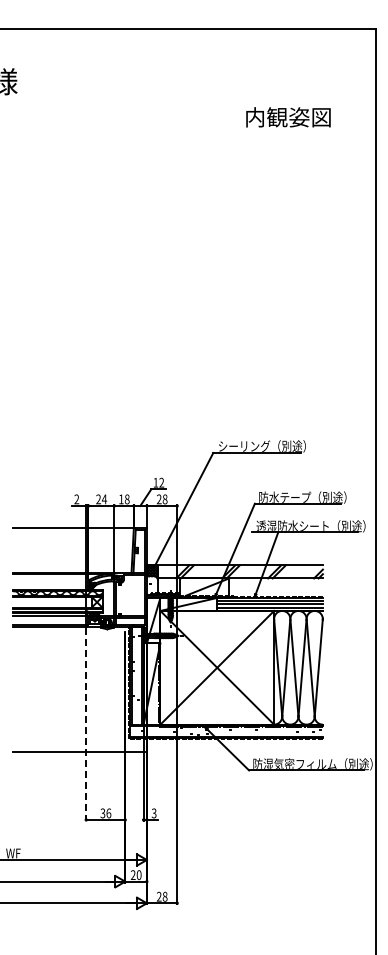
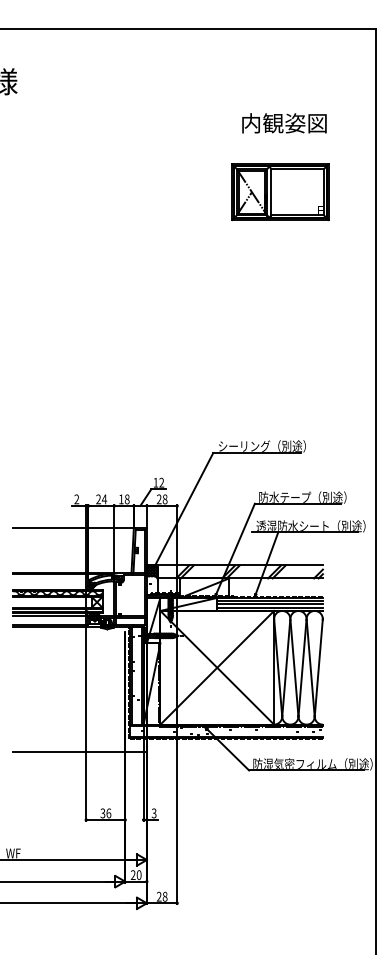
text at (288, 117) position: (288, 117) -> (284, 123)
part at (280, 192): none -> present
line at (86, 724): dashed -> solid
